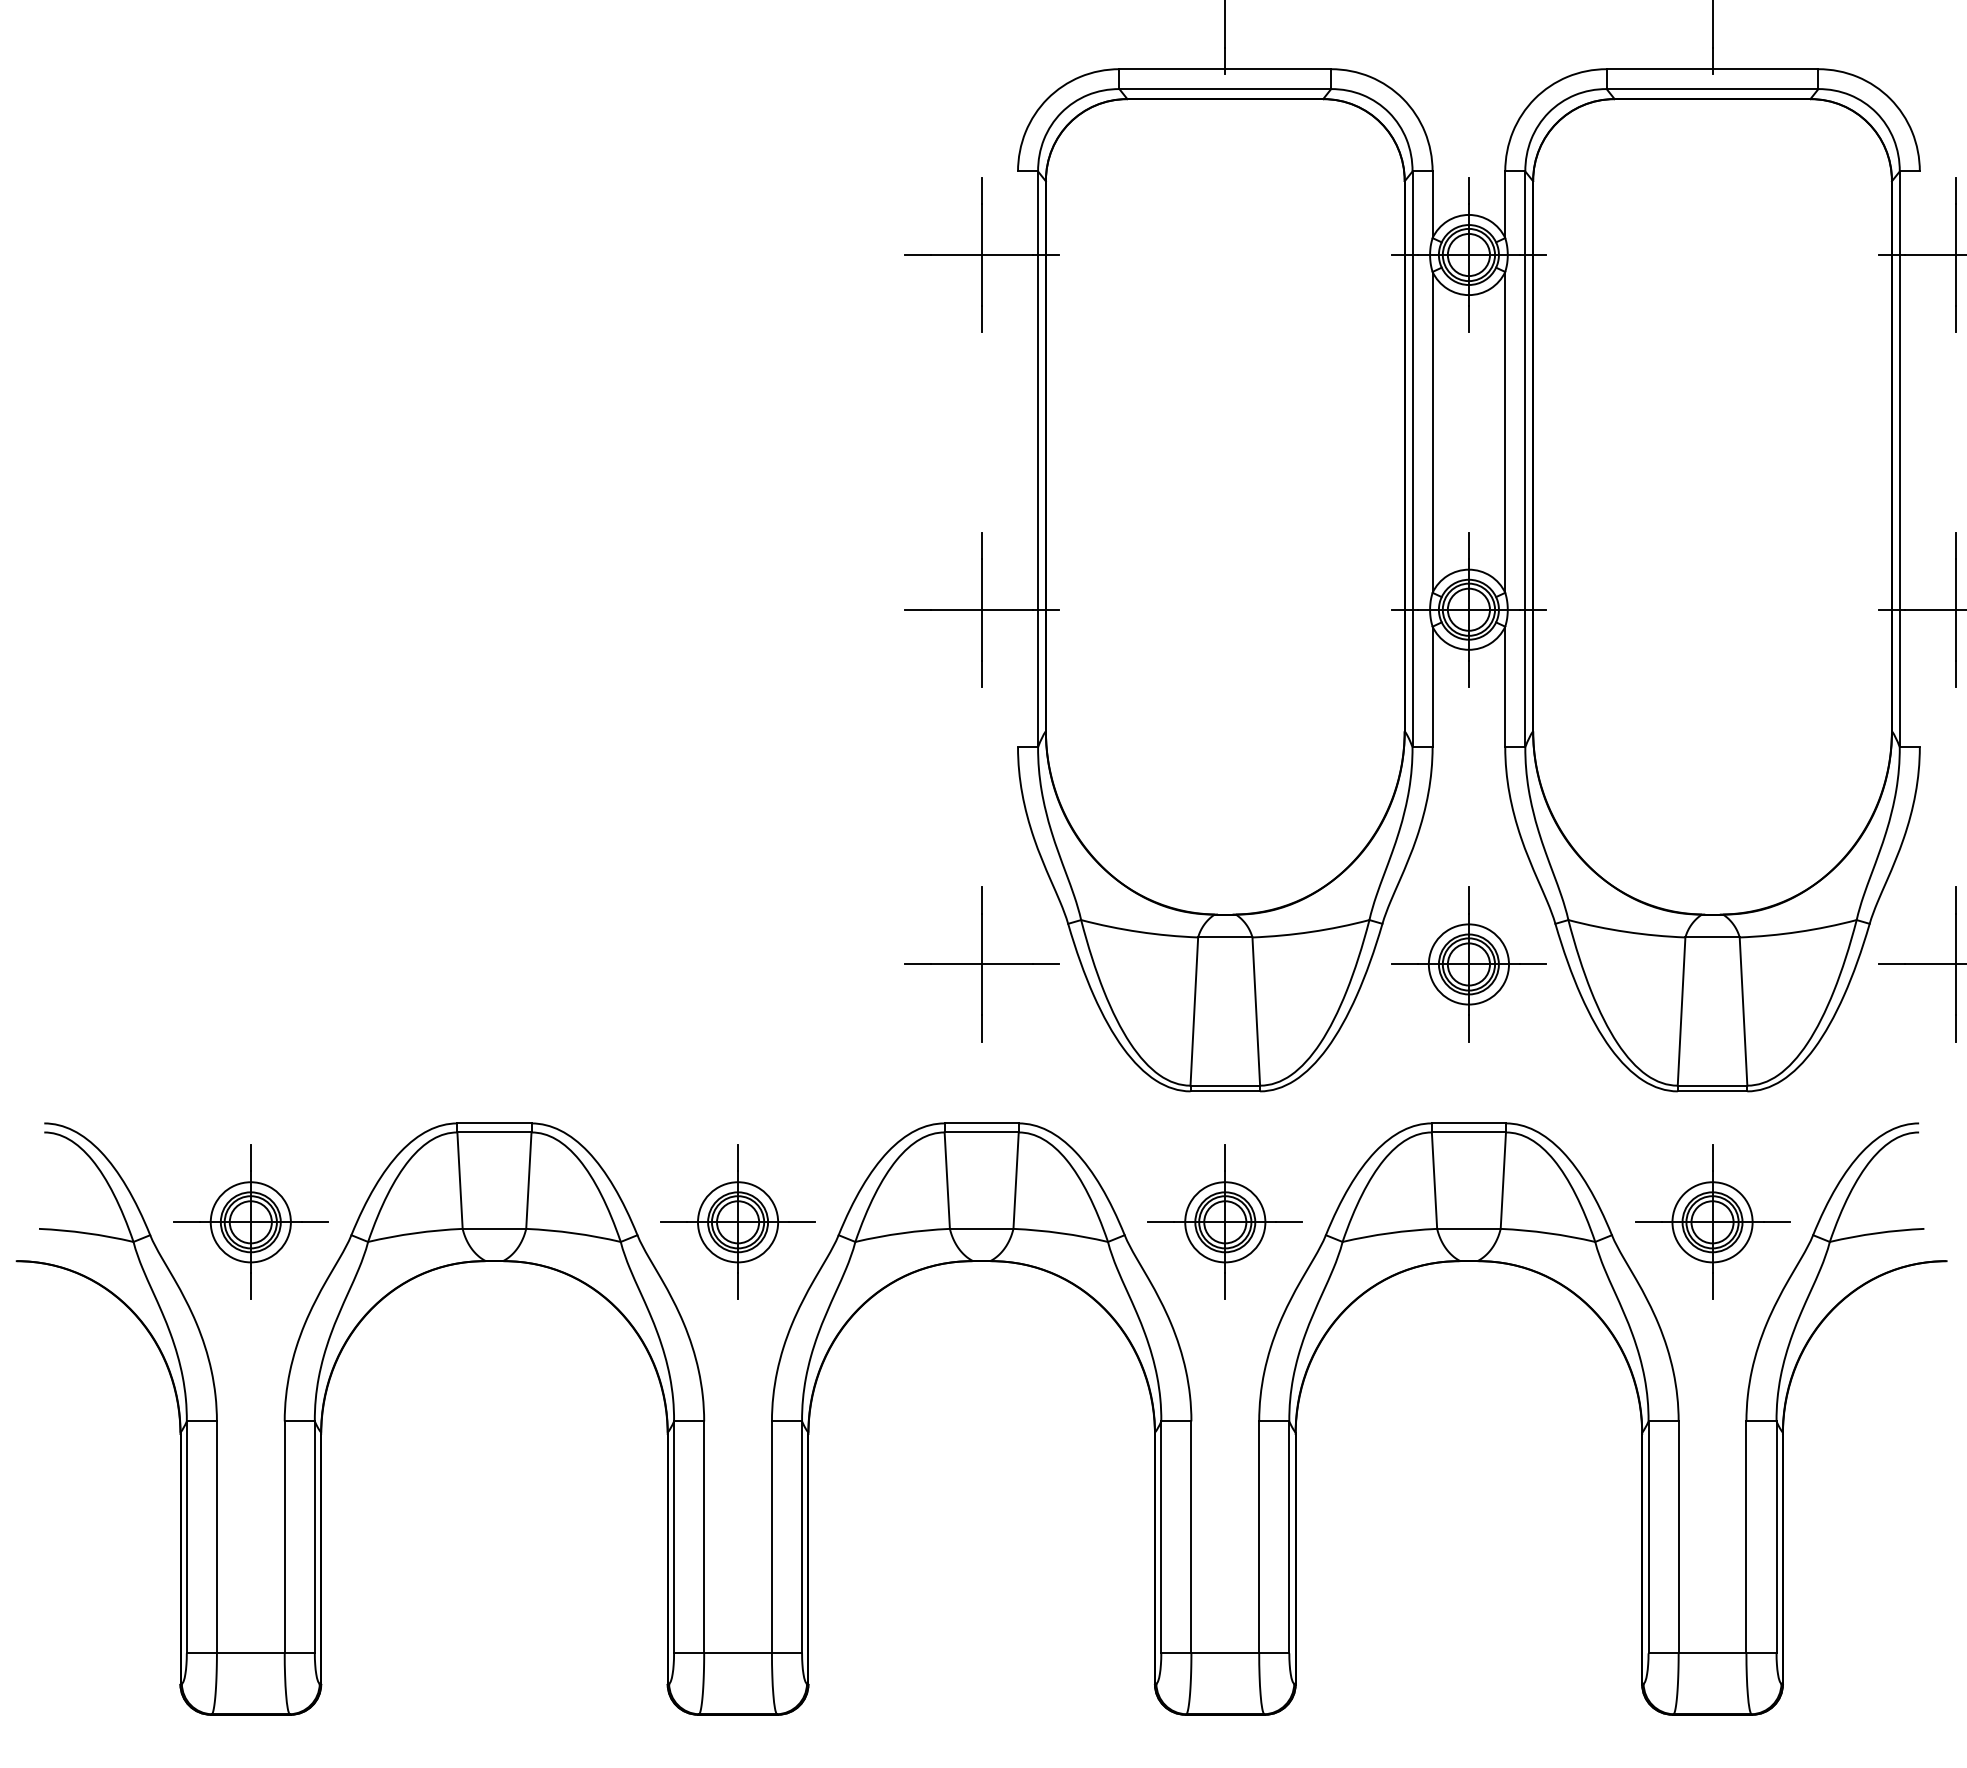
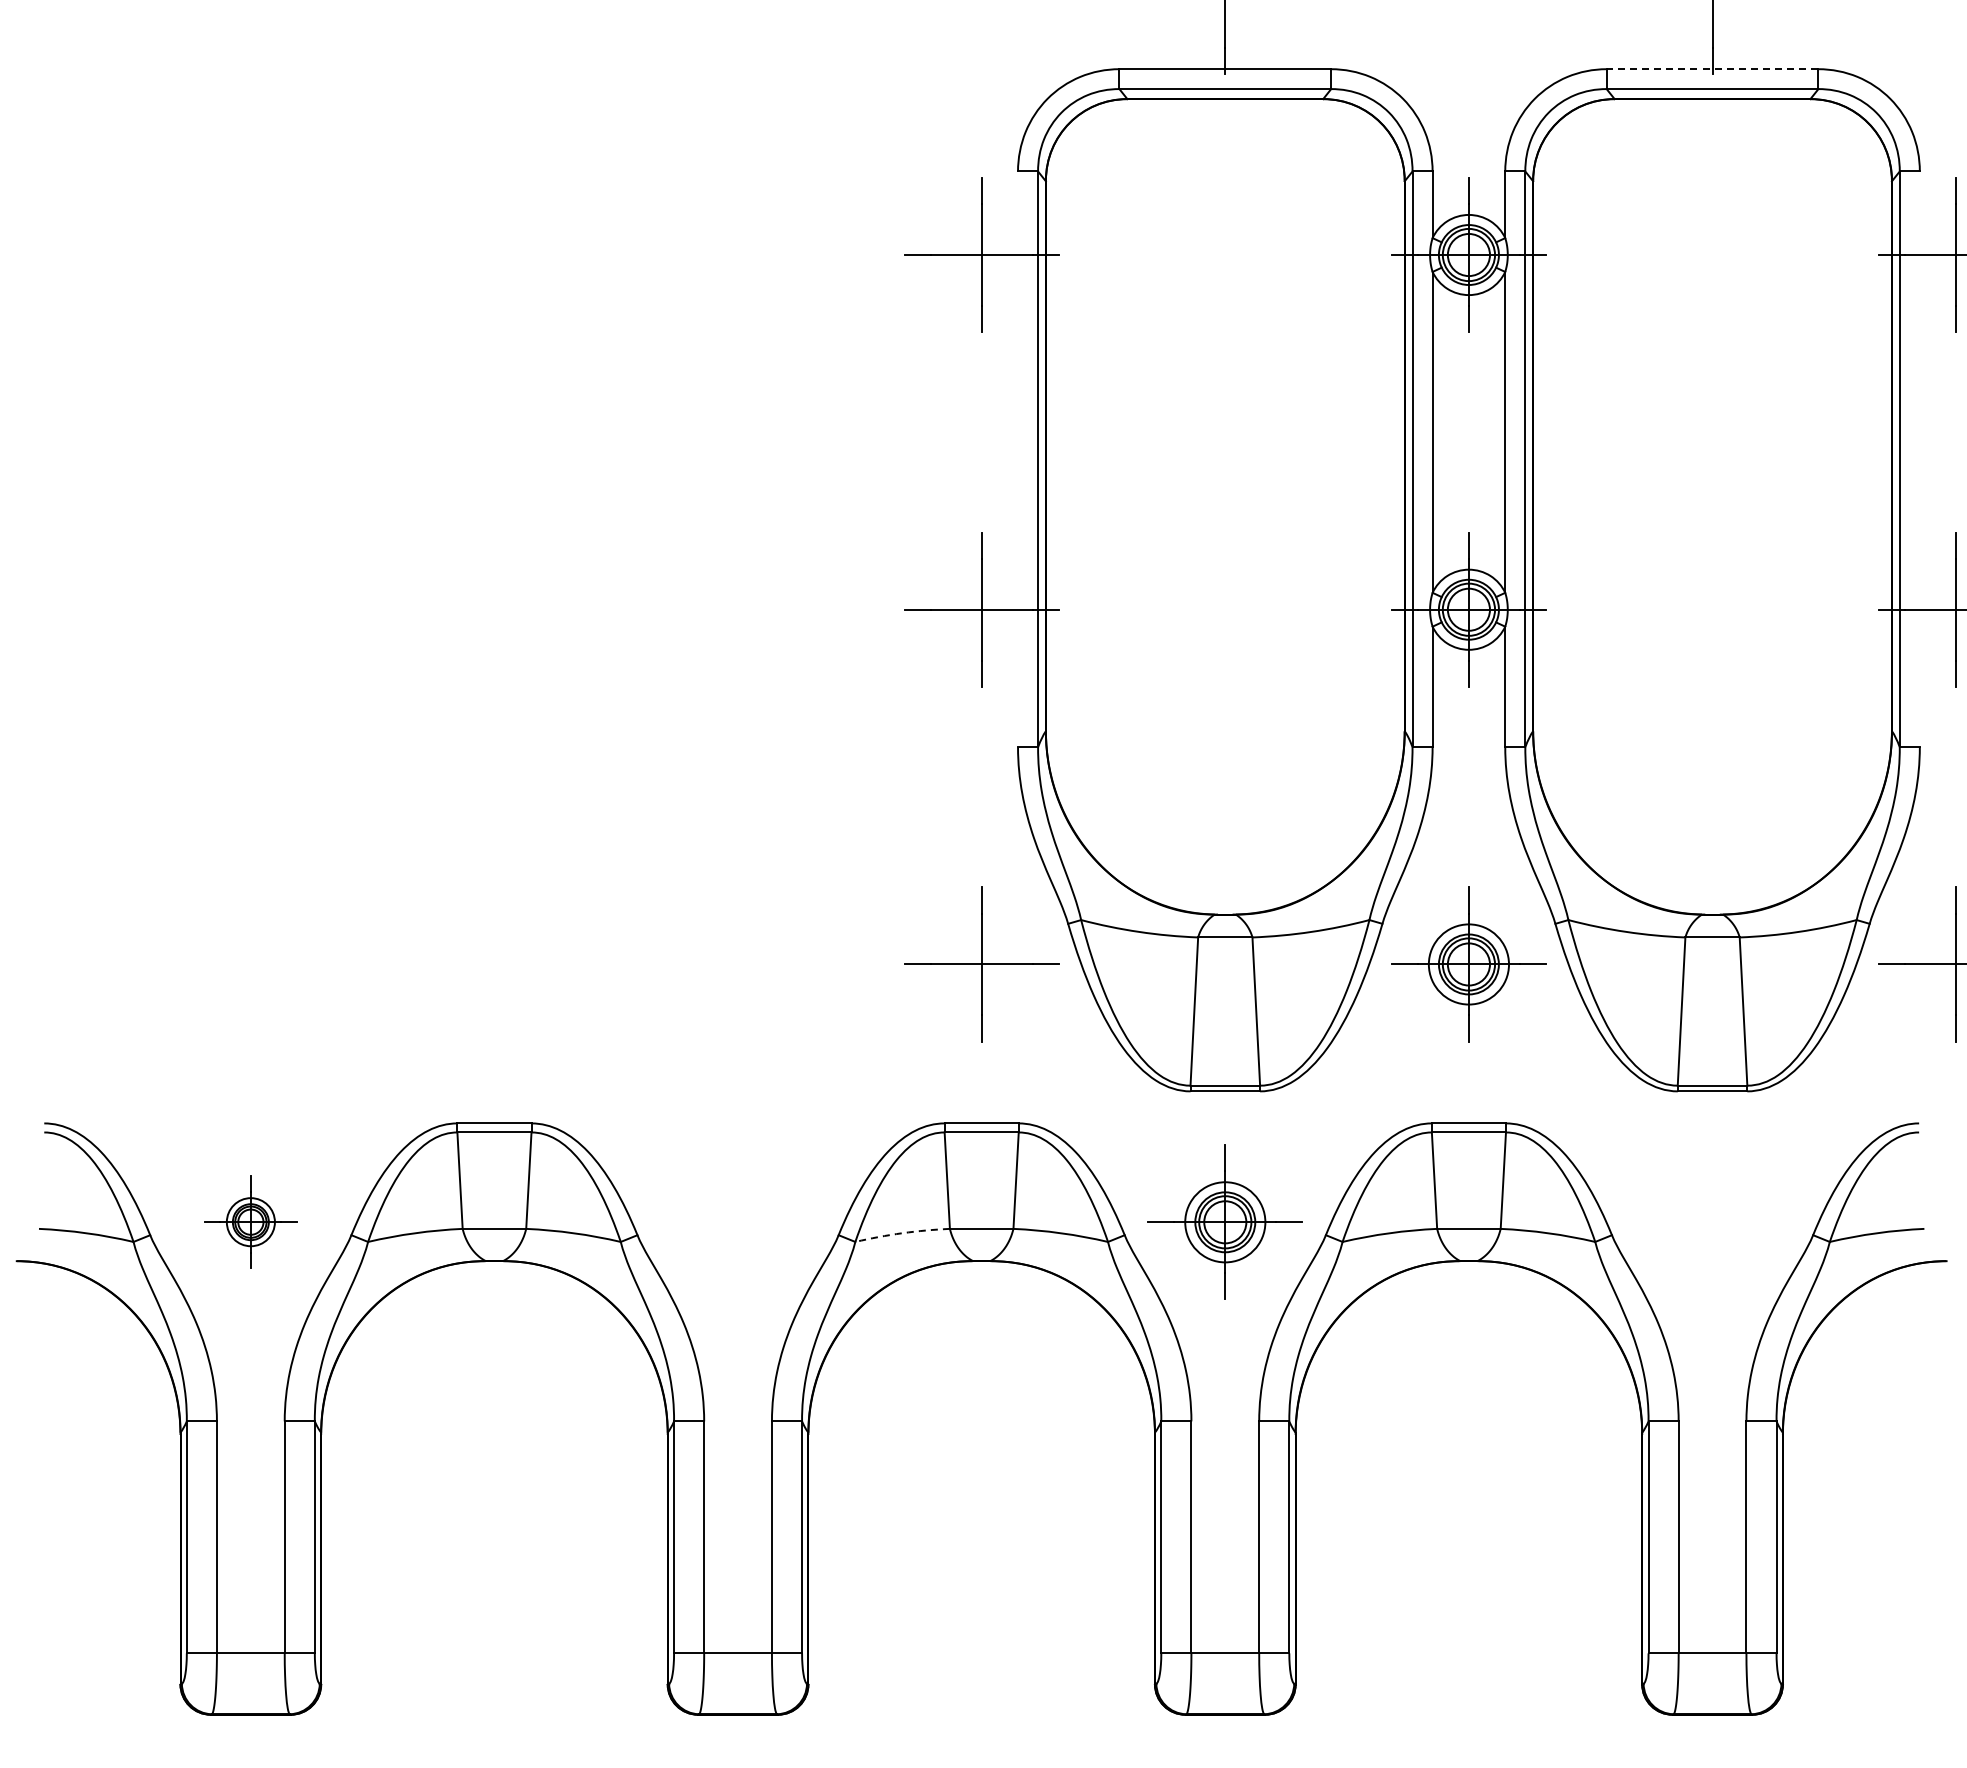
line at (1712, 69): solid -> dashed
part at (250, 1221) size: 156x156 px -> 94x94 px
part at (737, 1221): present -> none
part at (1712, 1221): present -> none
arc at (902, 1233): solid -> dashed
